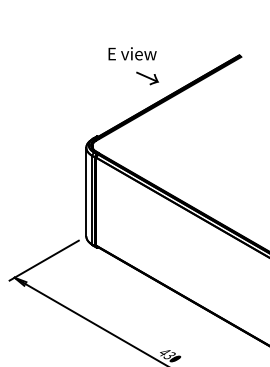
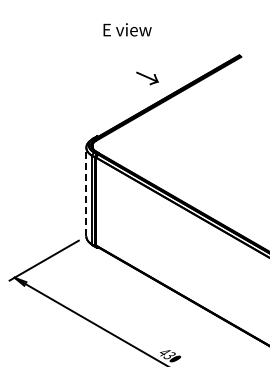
text at (132, 53) position: (132, 53) -> (127, 29)
line at (86, 191): solid -> dashed
